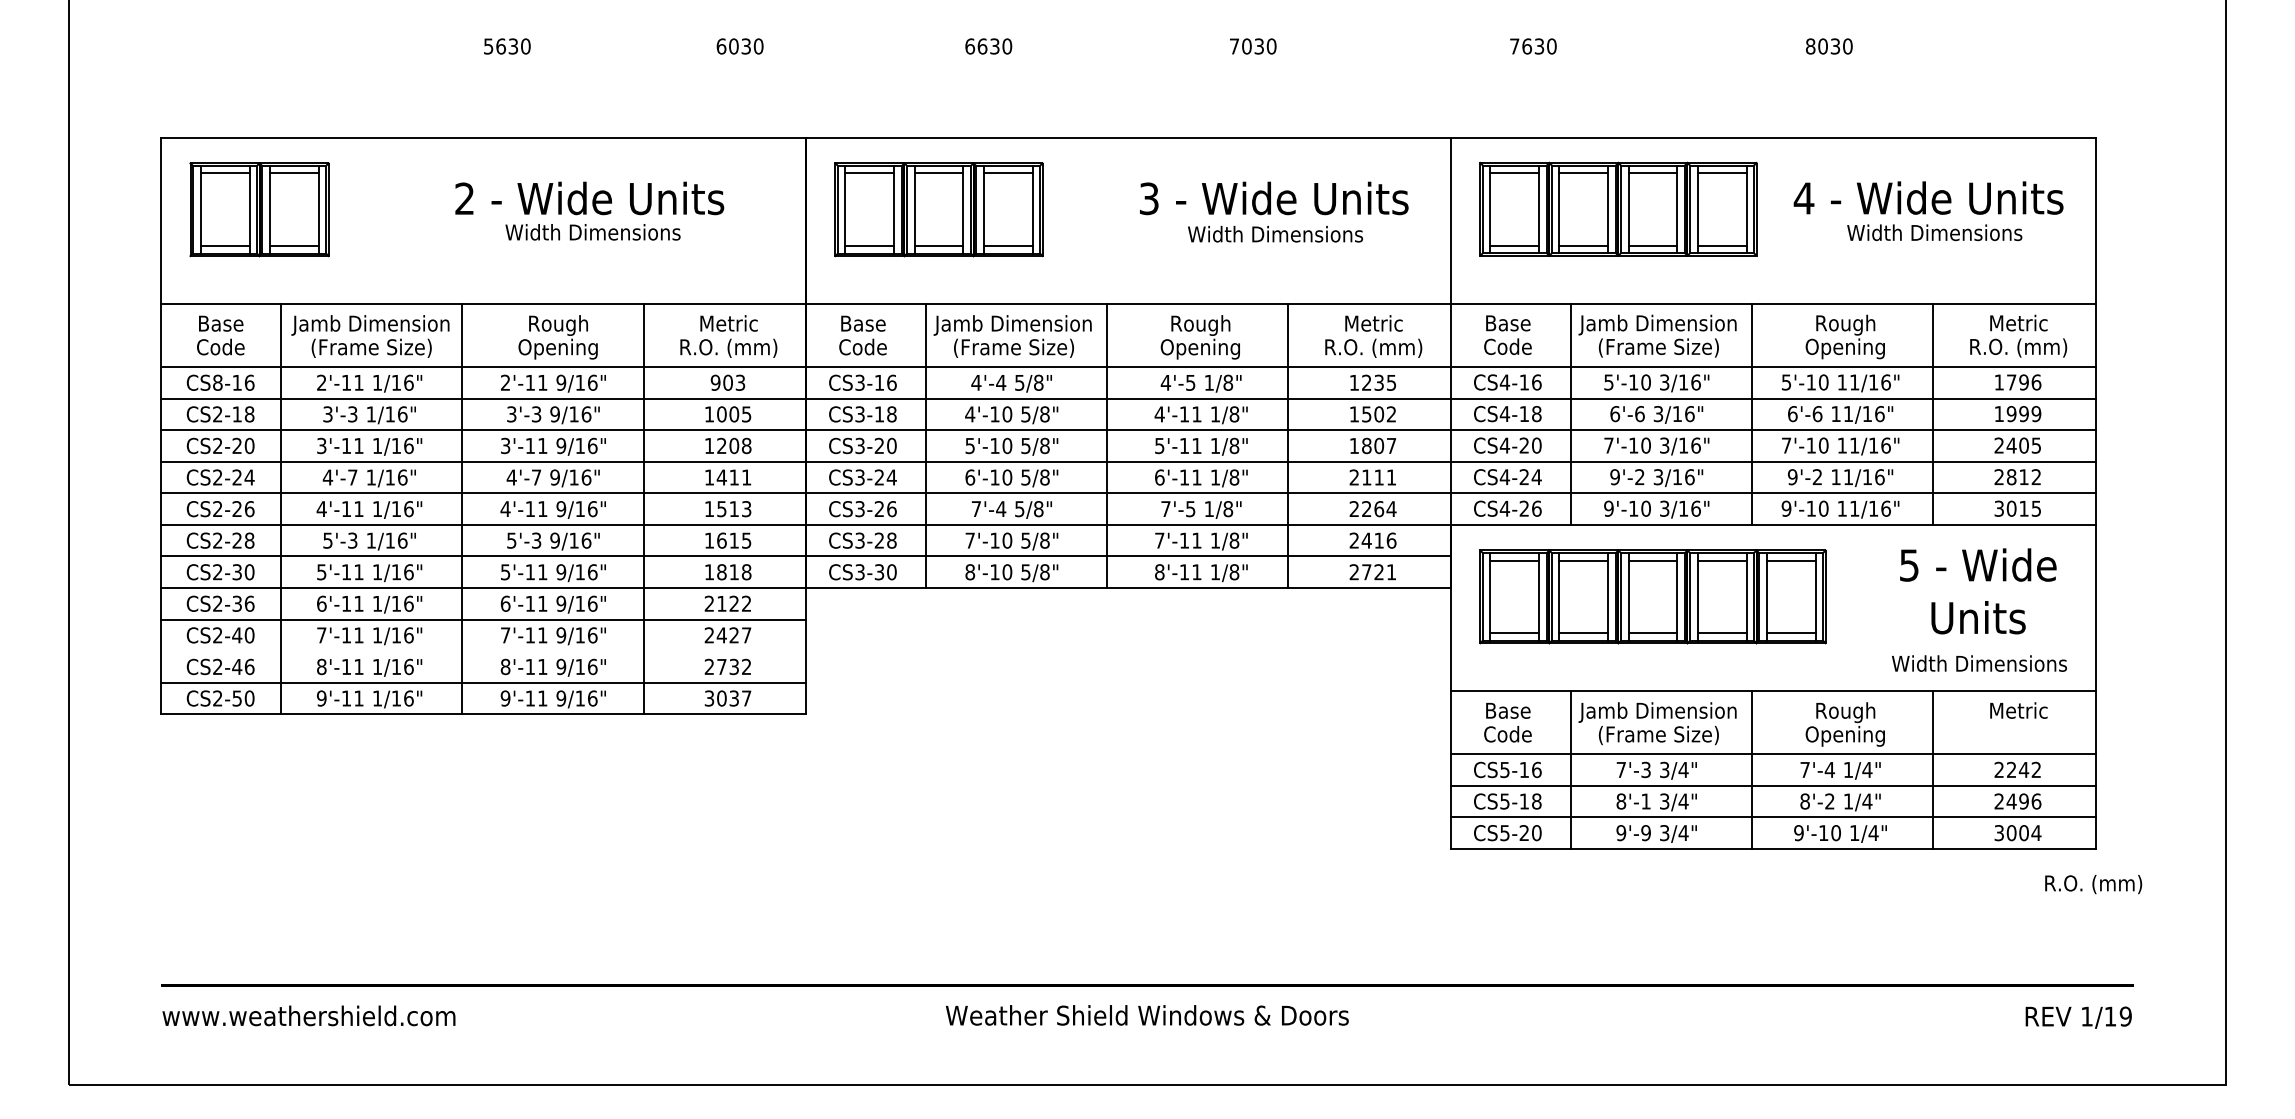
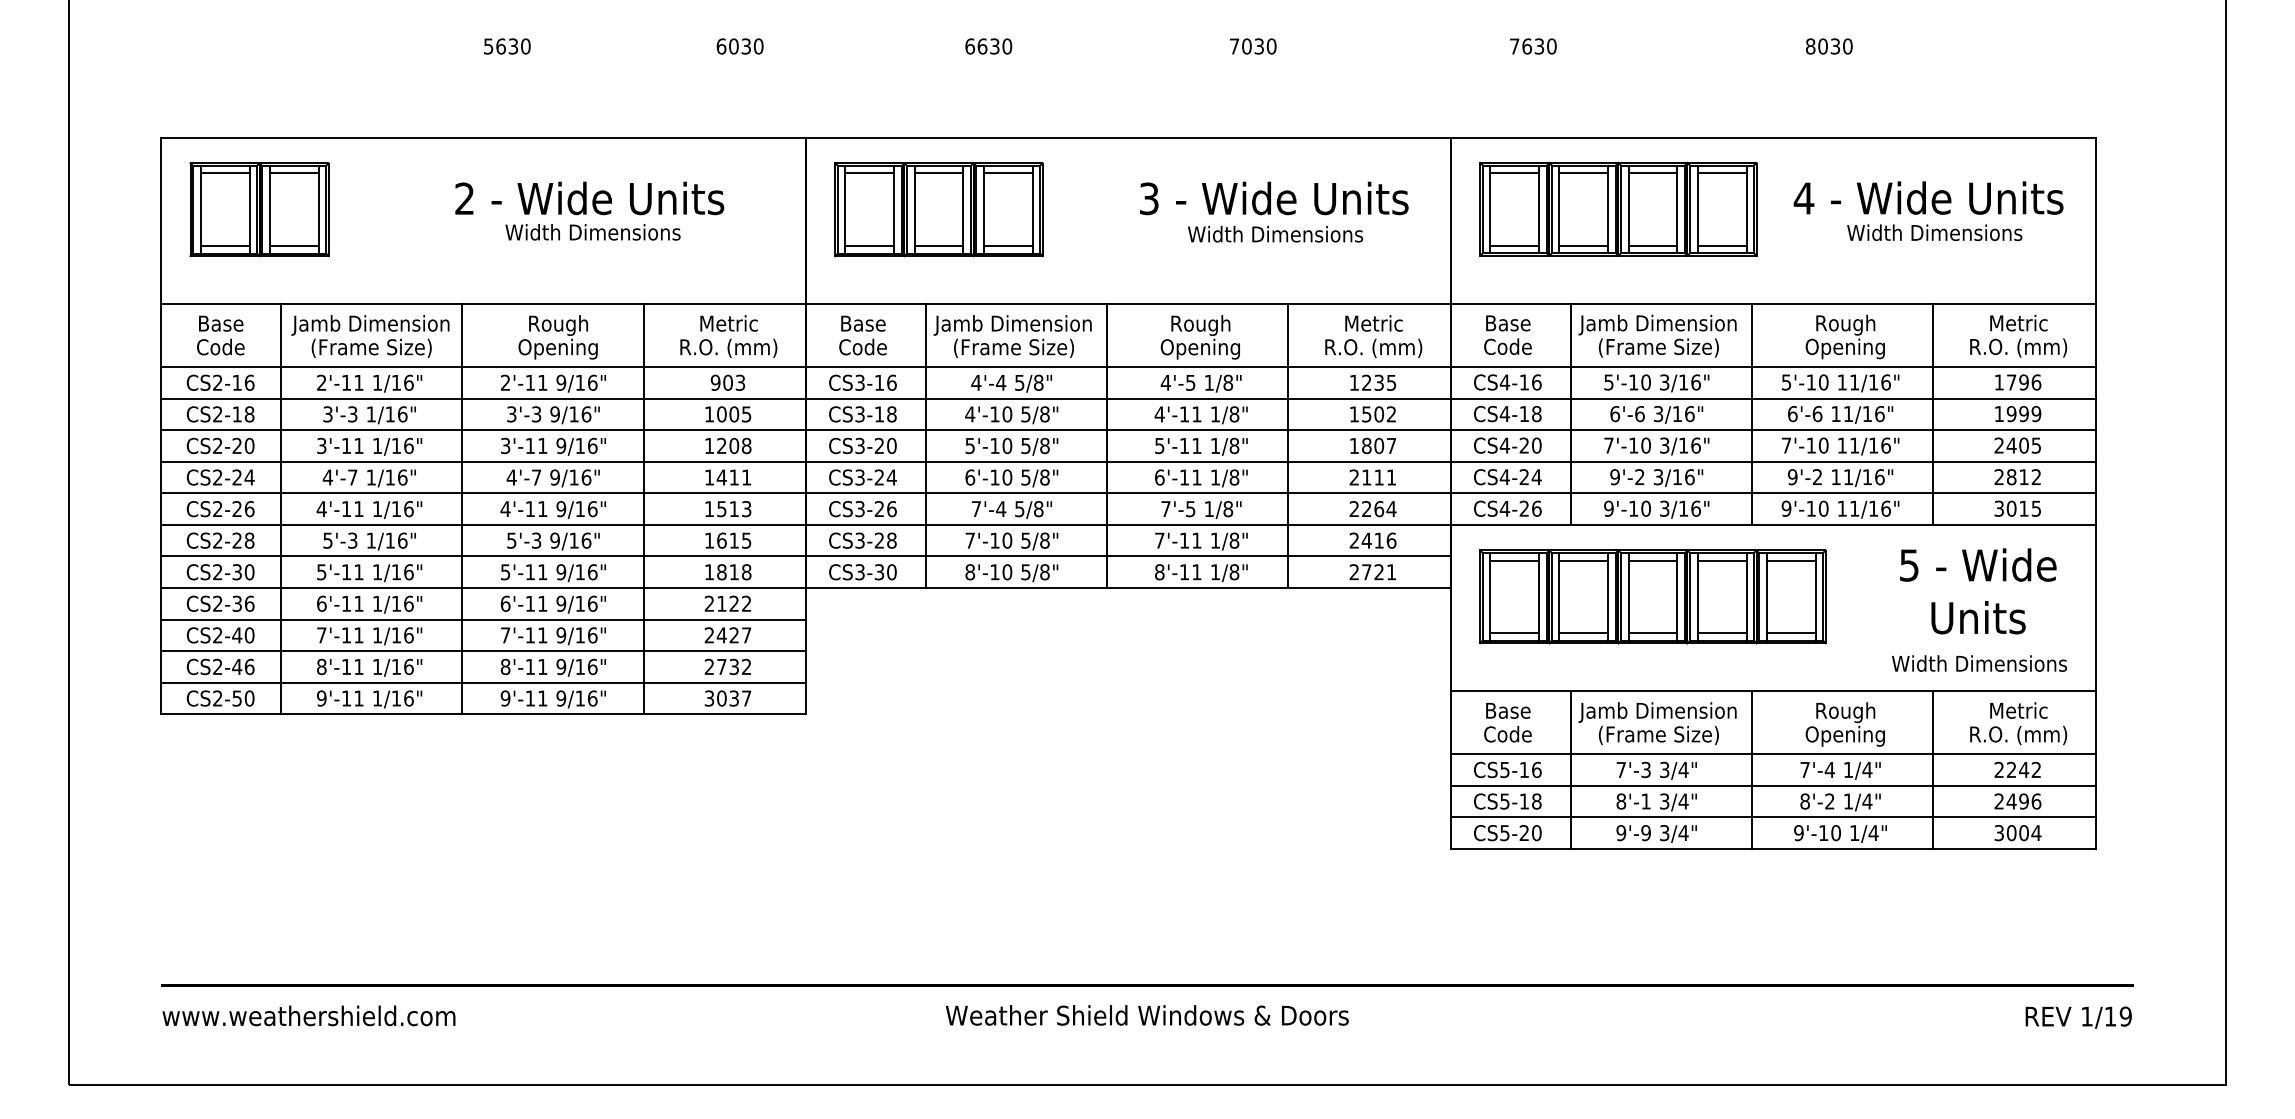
text at (217, 382): CS8-16 -> CS2-16
line at (483, 651): none -> present
text at (2093, 884) position: (2093, 884) -> (2018, 735)
